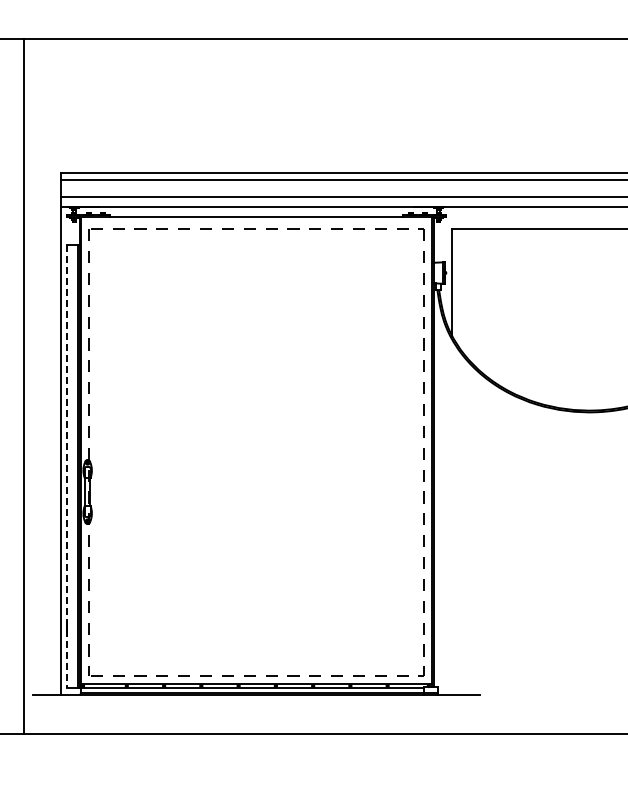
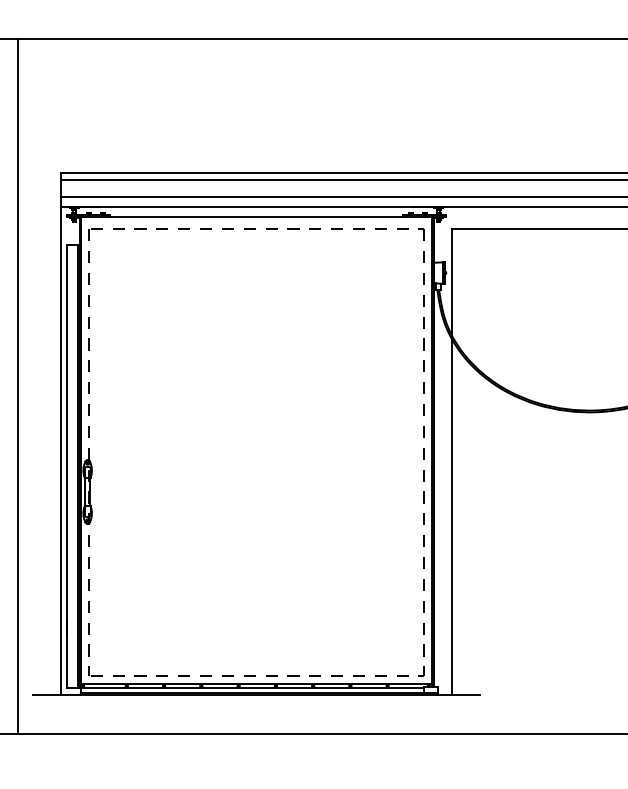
line at (23, 386) position: (23, 386) -> (17, 386)
line at (67, 466): dashed -> solid
line at (452, 516): none -> present
